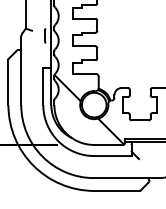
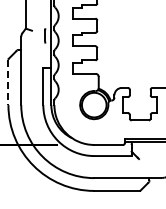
line at (8, 82): solid -> dashed
hatch at (89, 109): present -> none
